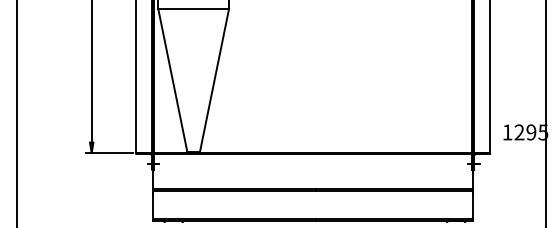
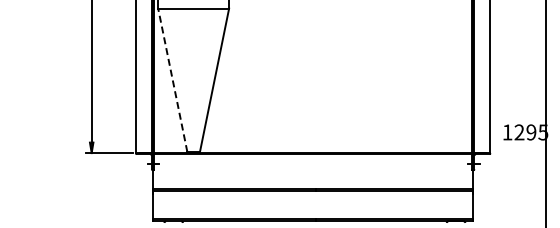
line at (172, 79): solid -> dashed
line at (16, 113): present -> none
